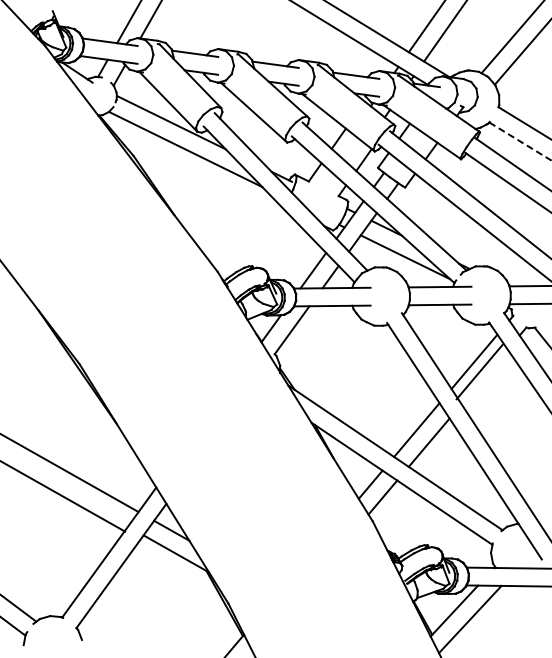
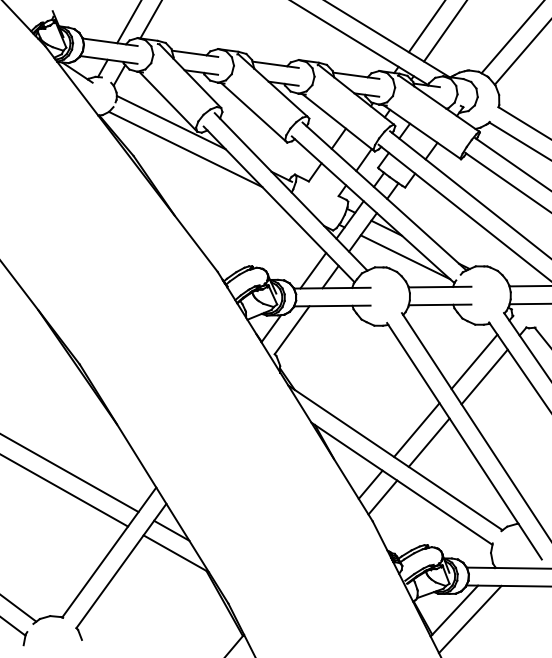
line at (520, 141): dashed -> solid
line at (479, 371) position: (479, 371) -> (484, 376)
line at (63, 496) position: (63, 496) -> (65, 490)
